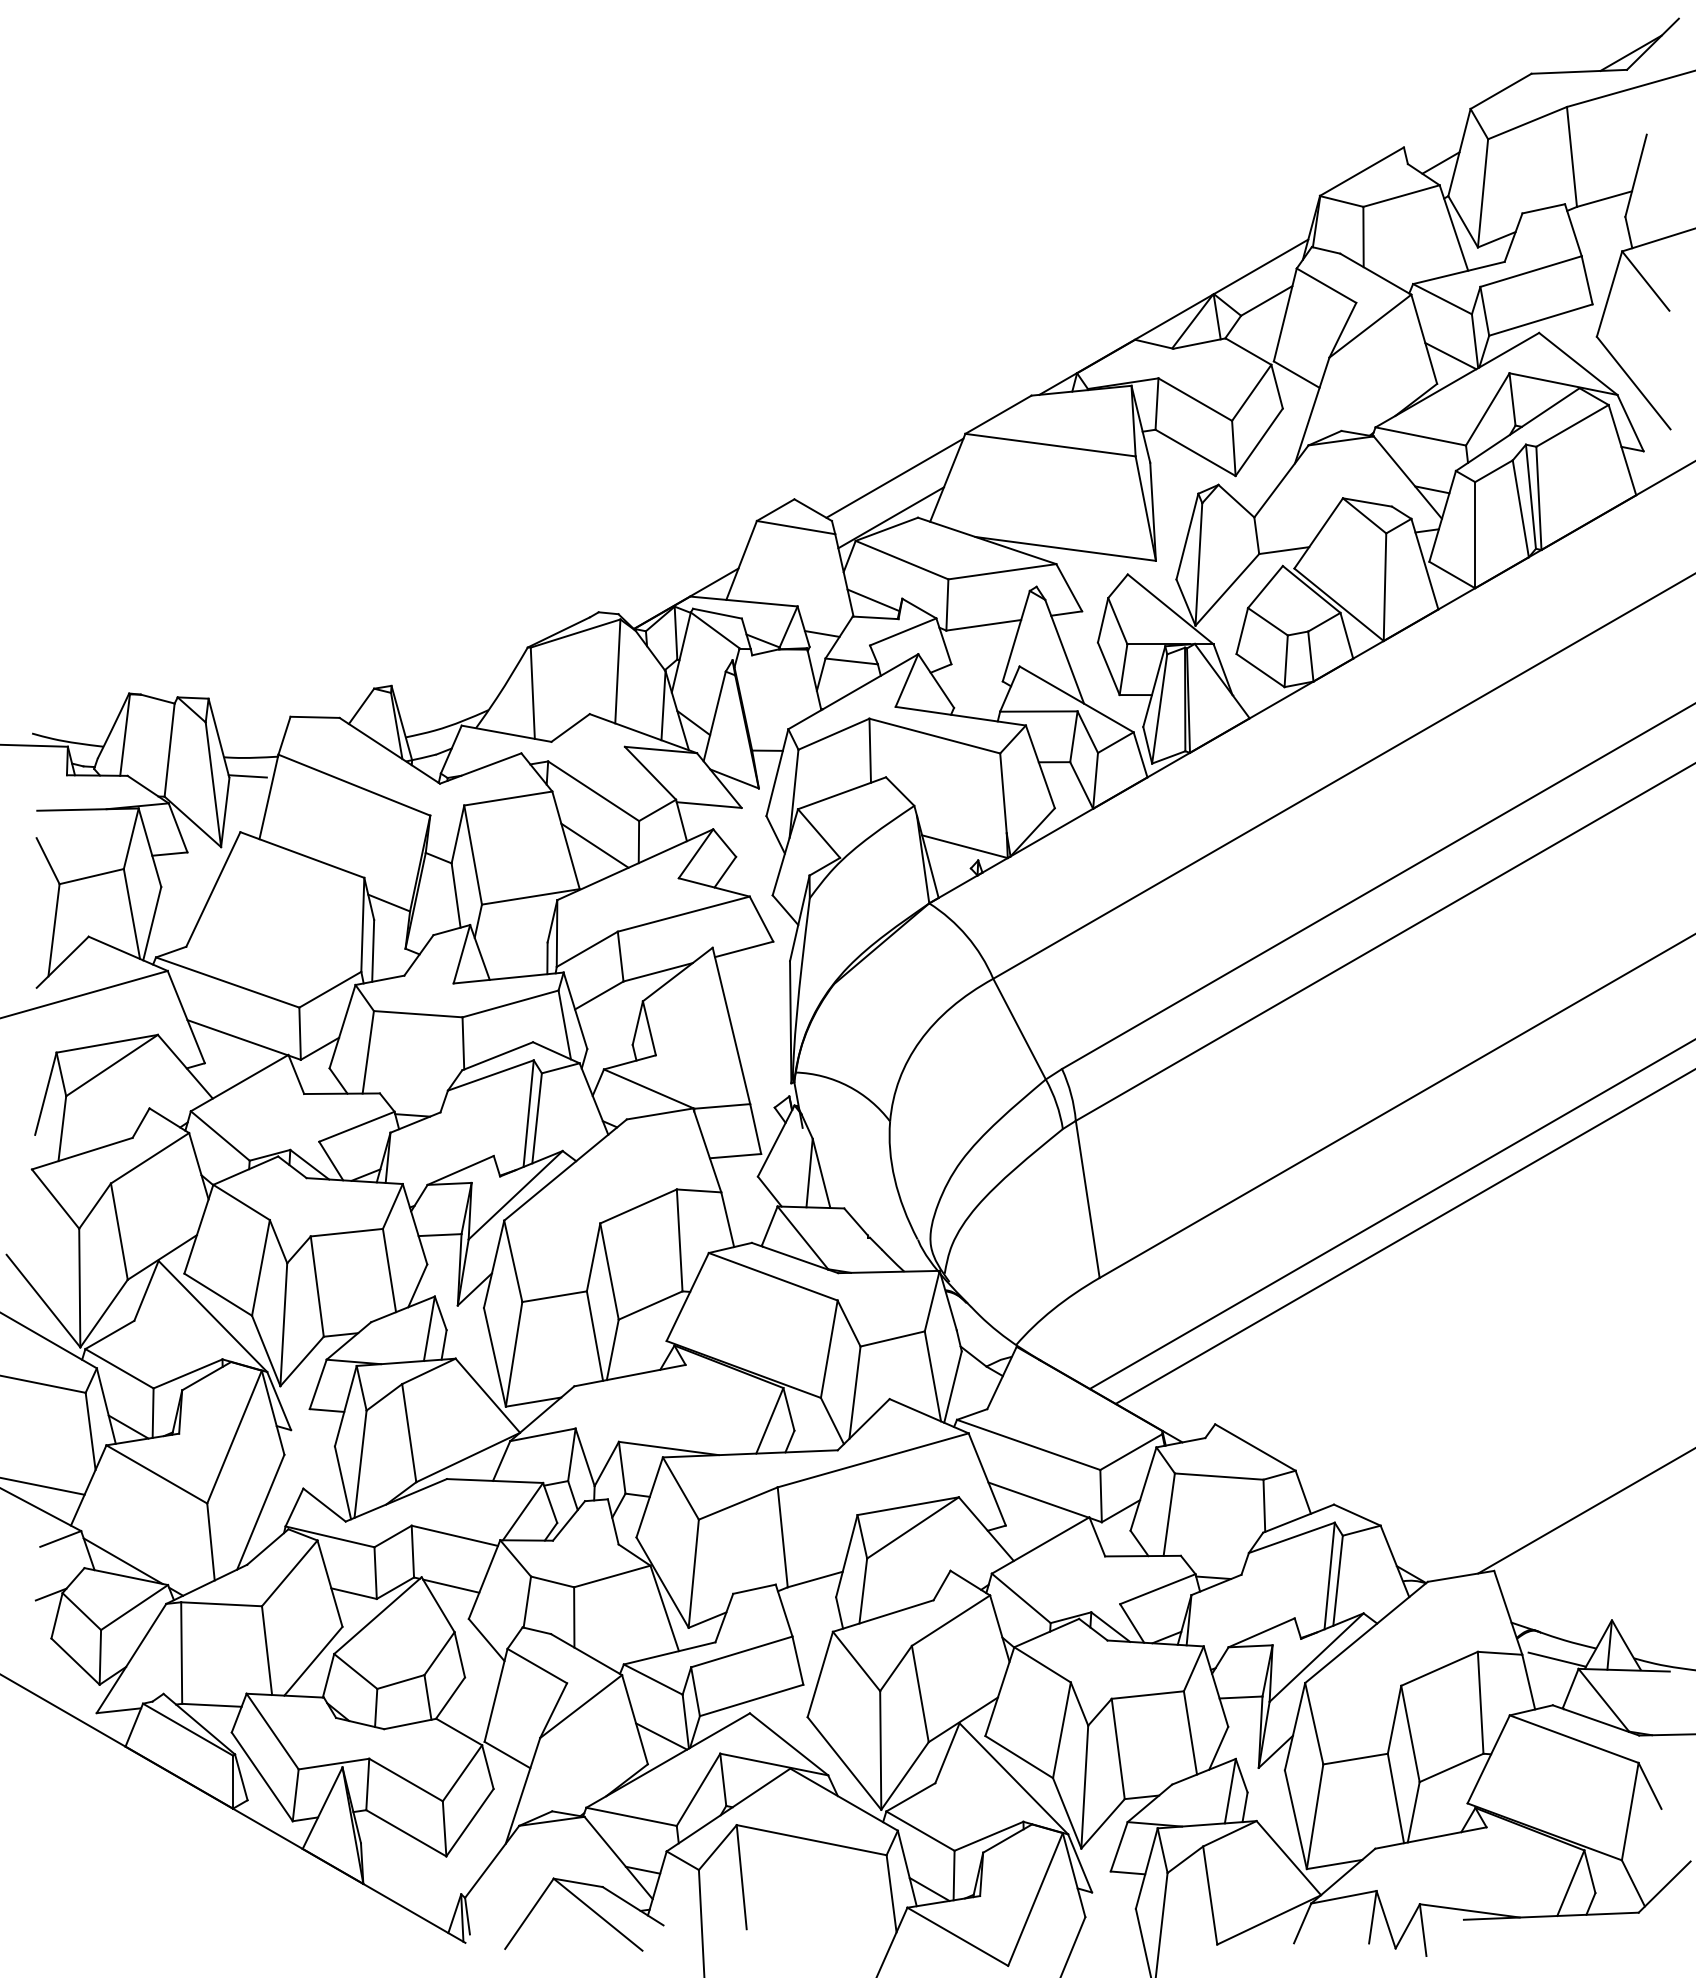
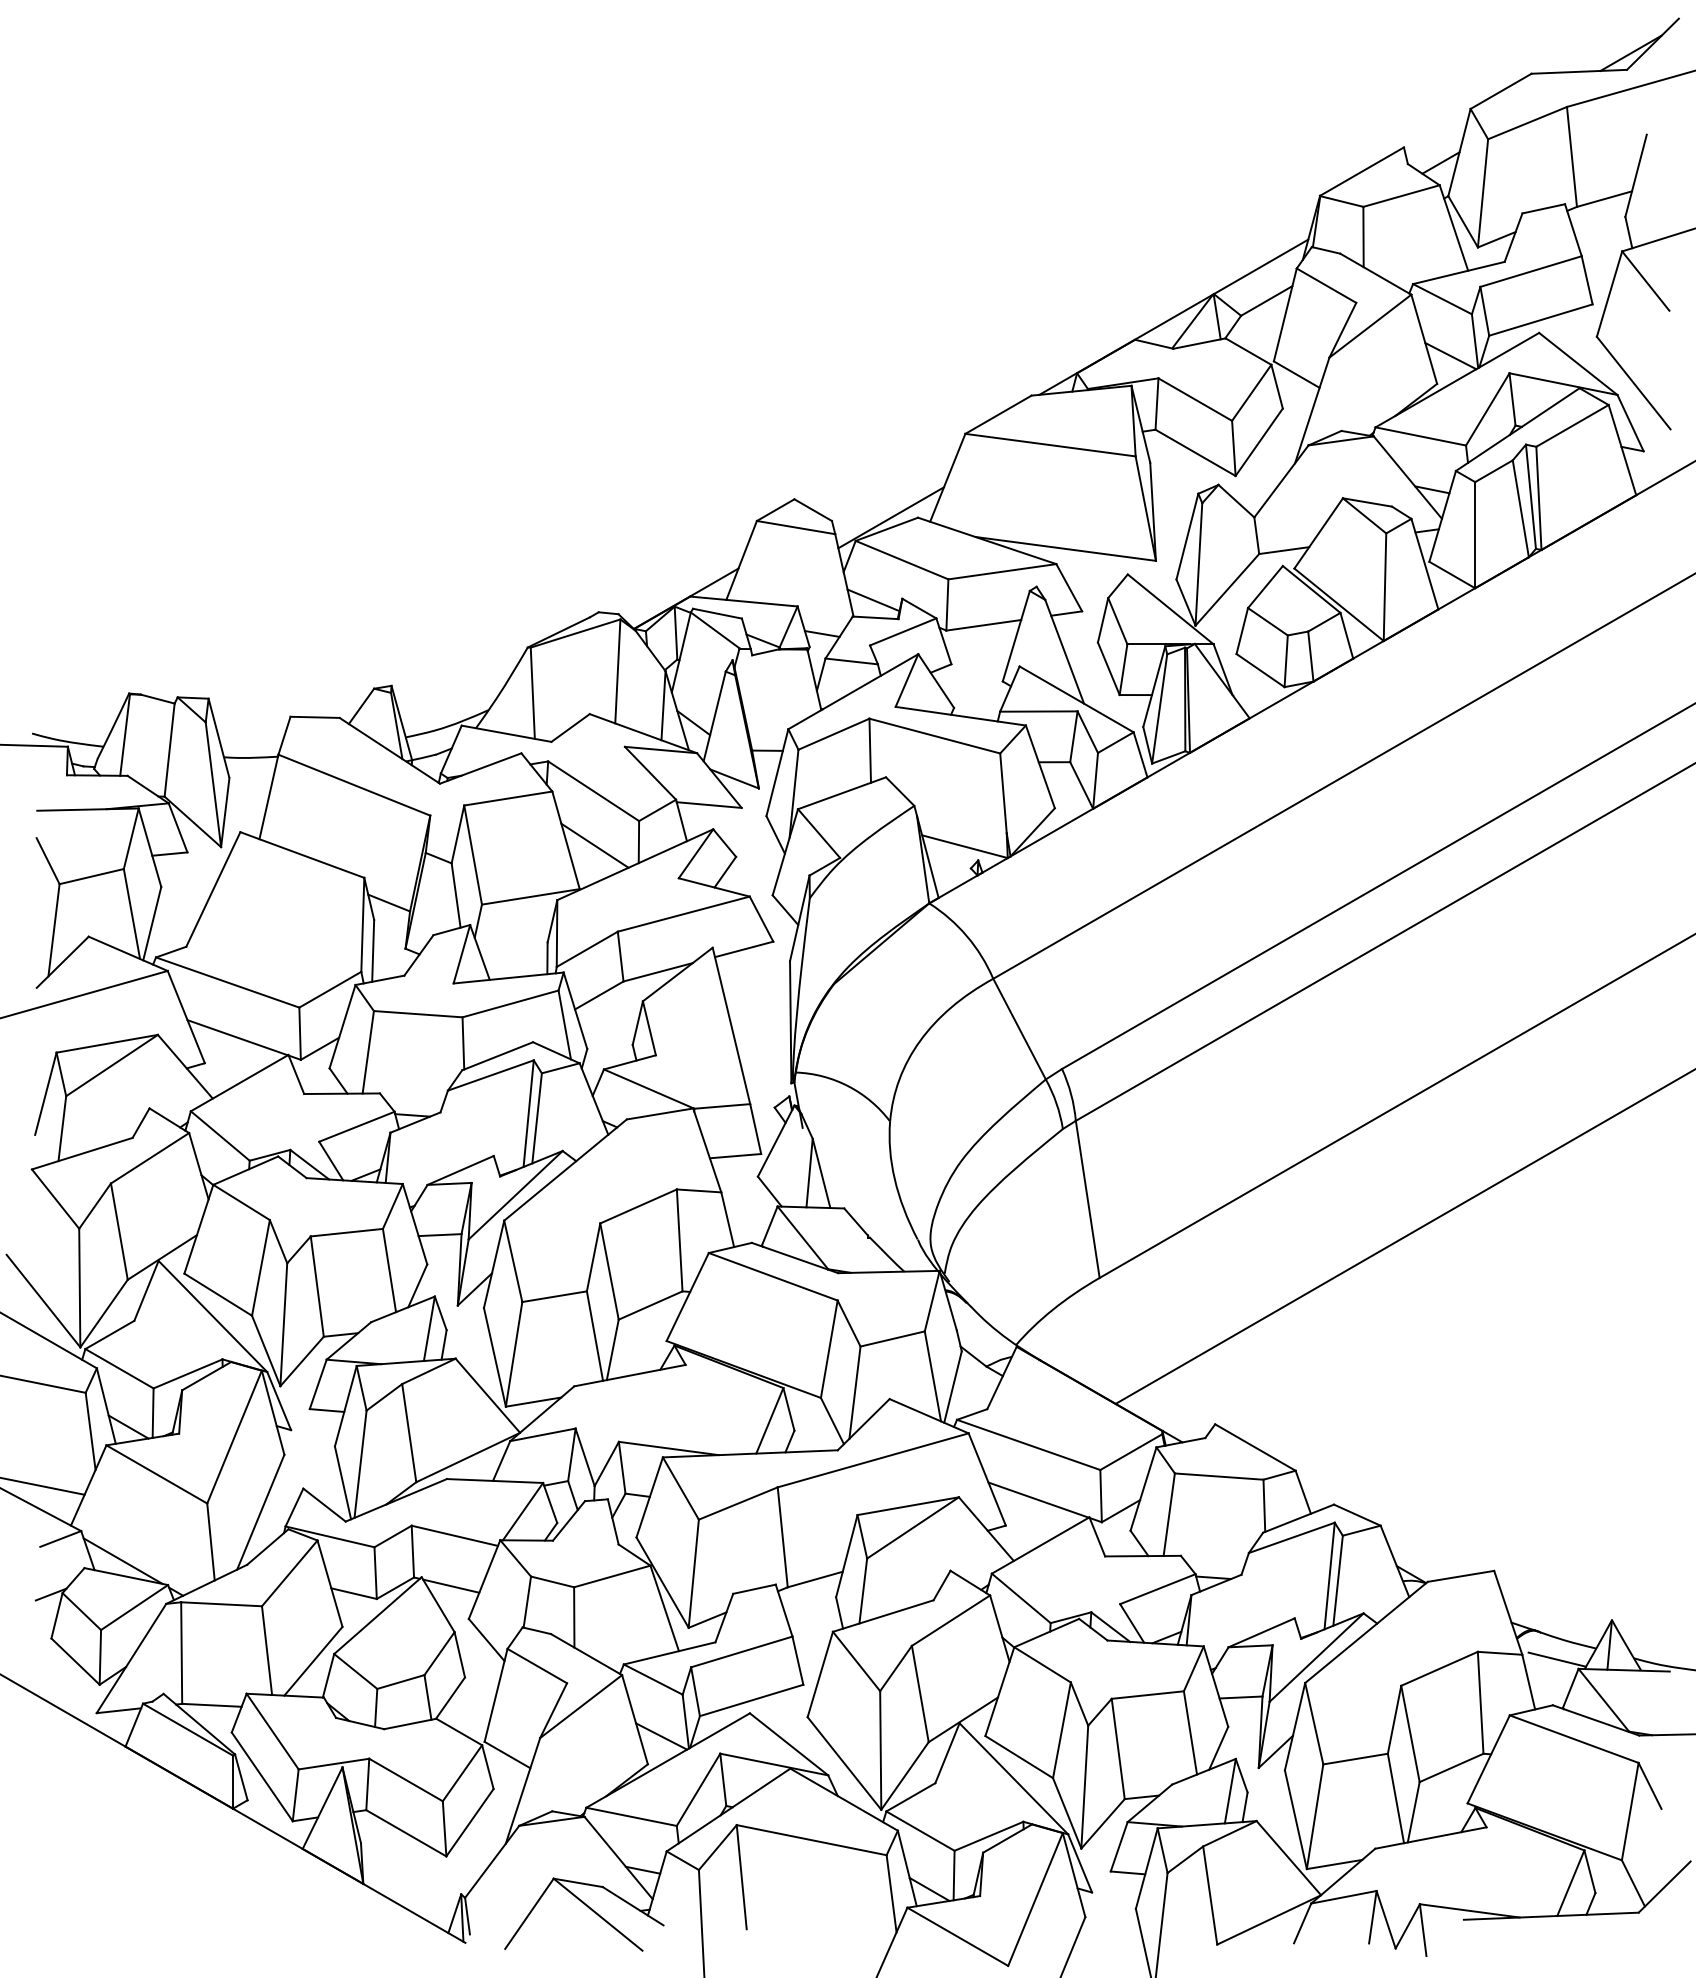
line at (894, 477): present -> none
line at (247, 776): present -> none
line at (1390, 1214): present -> none
line at (1585, 1511): present -> none
